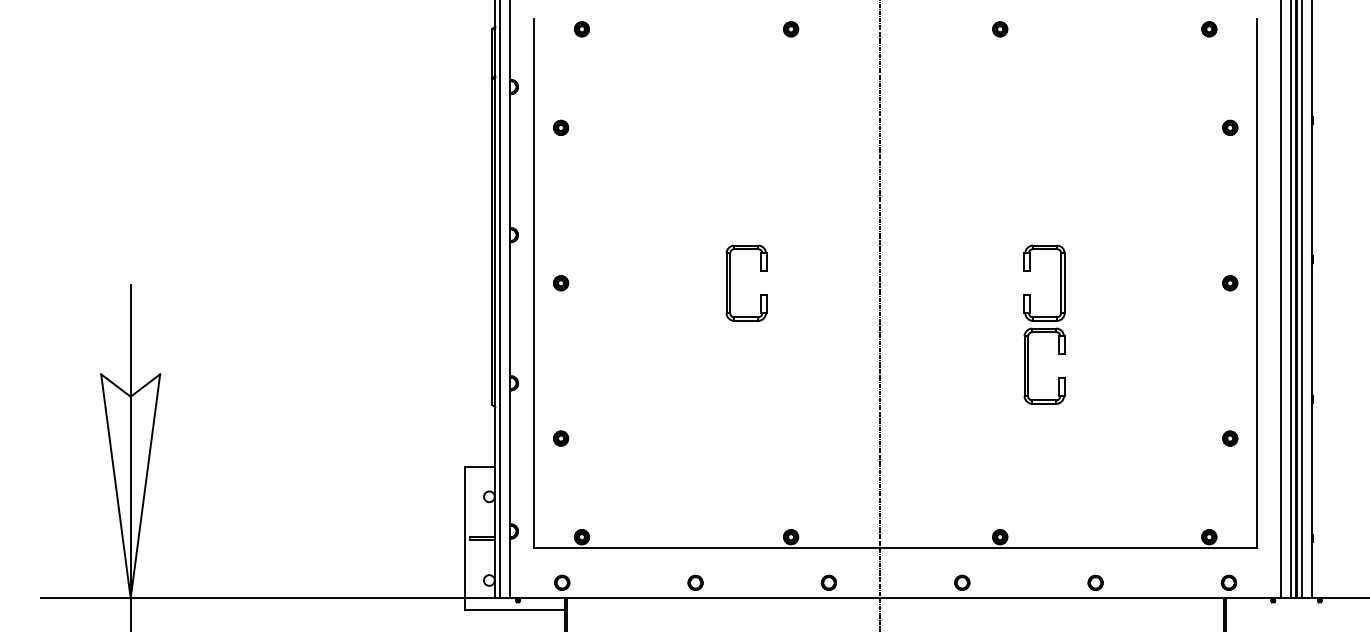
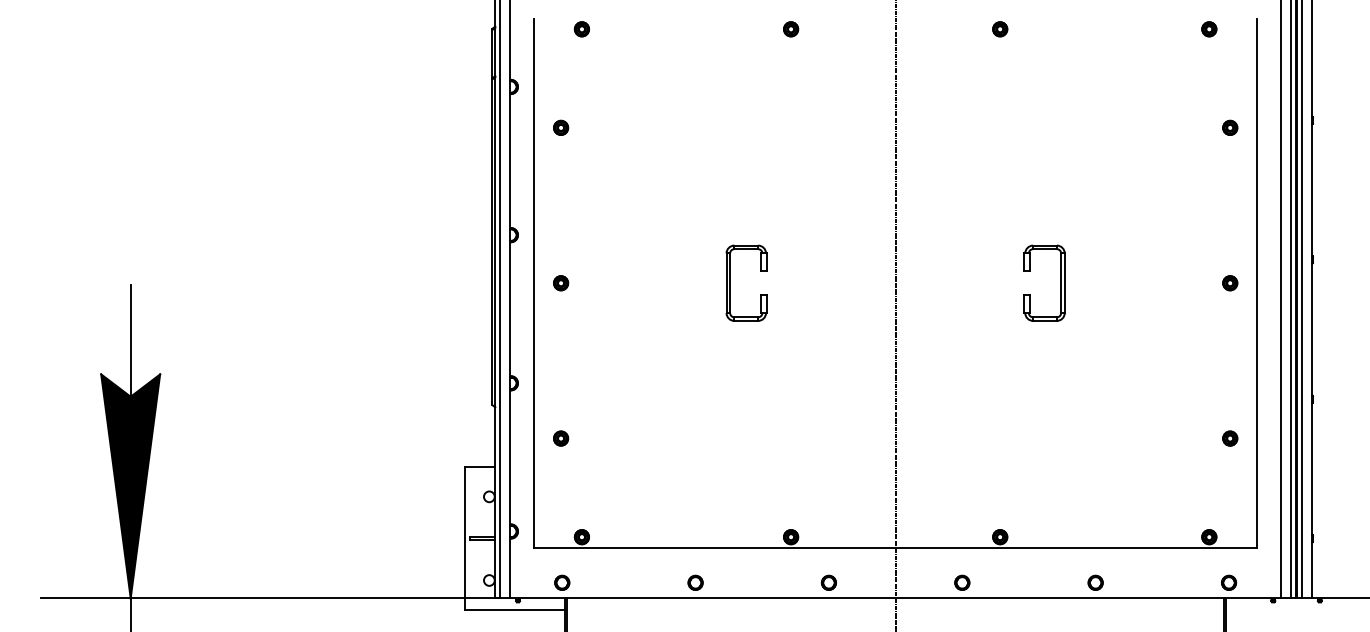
line at (879, 315) position: (879, 315) -> (895, 315)
part at (1028, 365): present -> none
fill at (130, 486): none -> present
